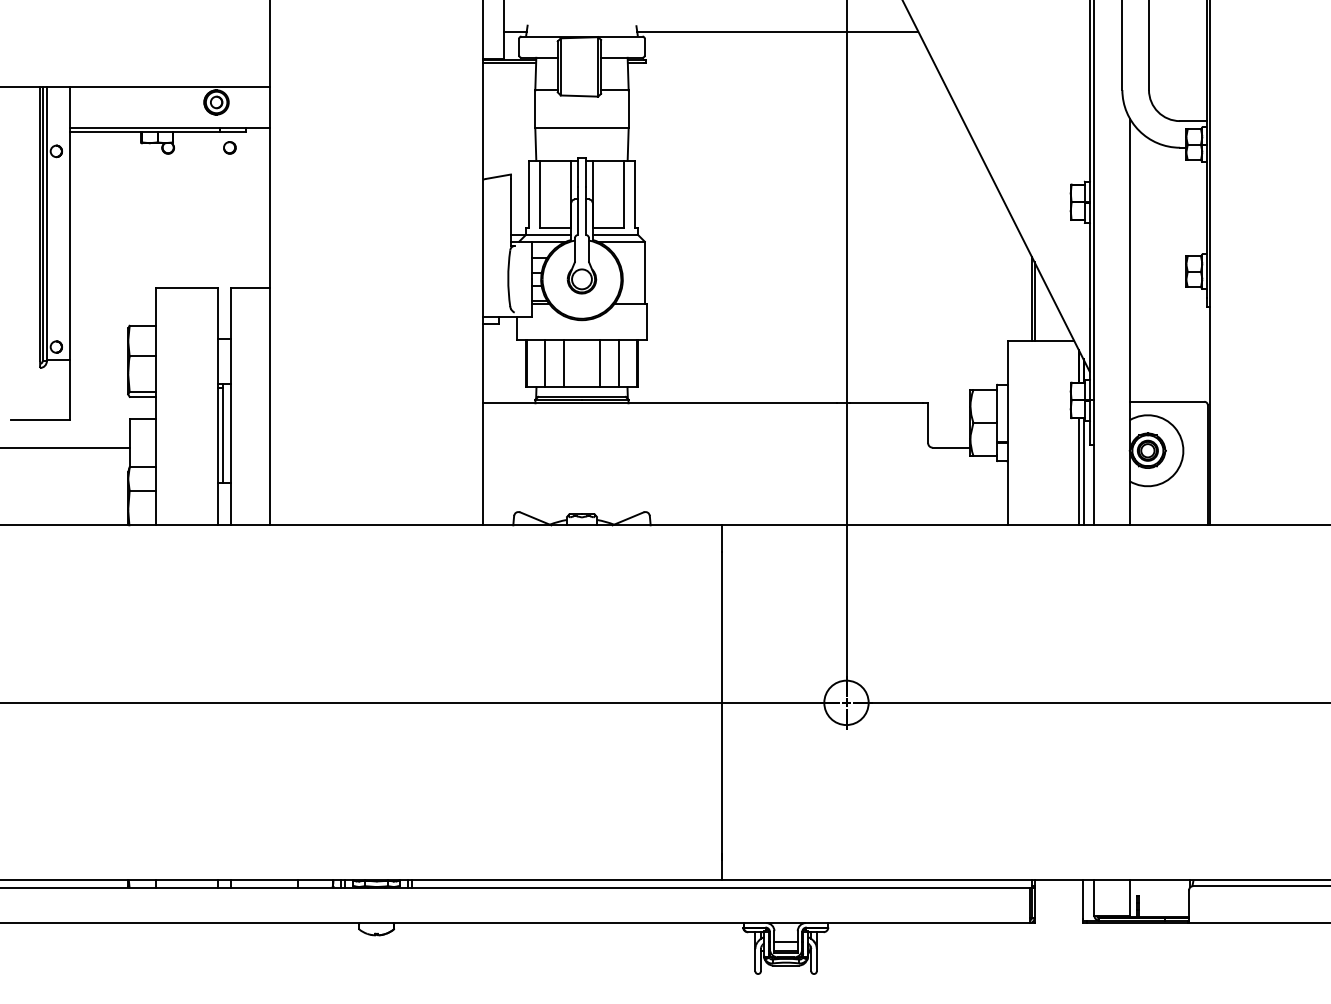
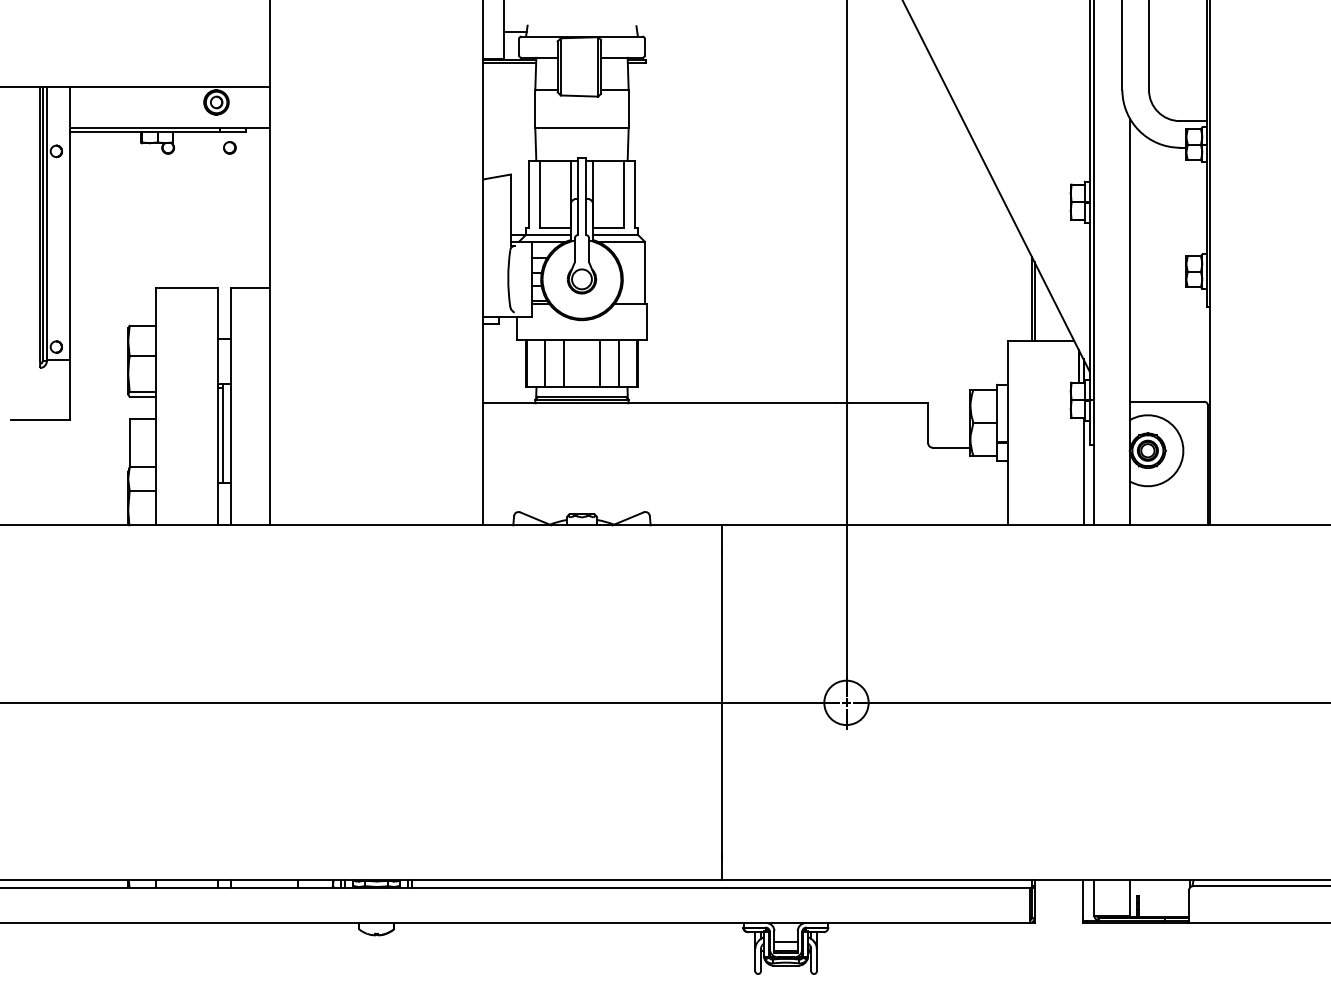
line at (777, 31): present -> none
line at (65, 447): present -> none
line at (1079, 471): present -> none
